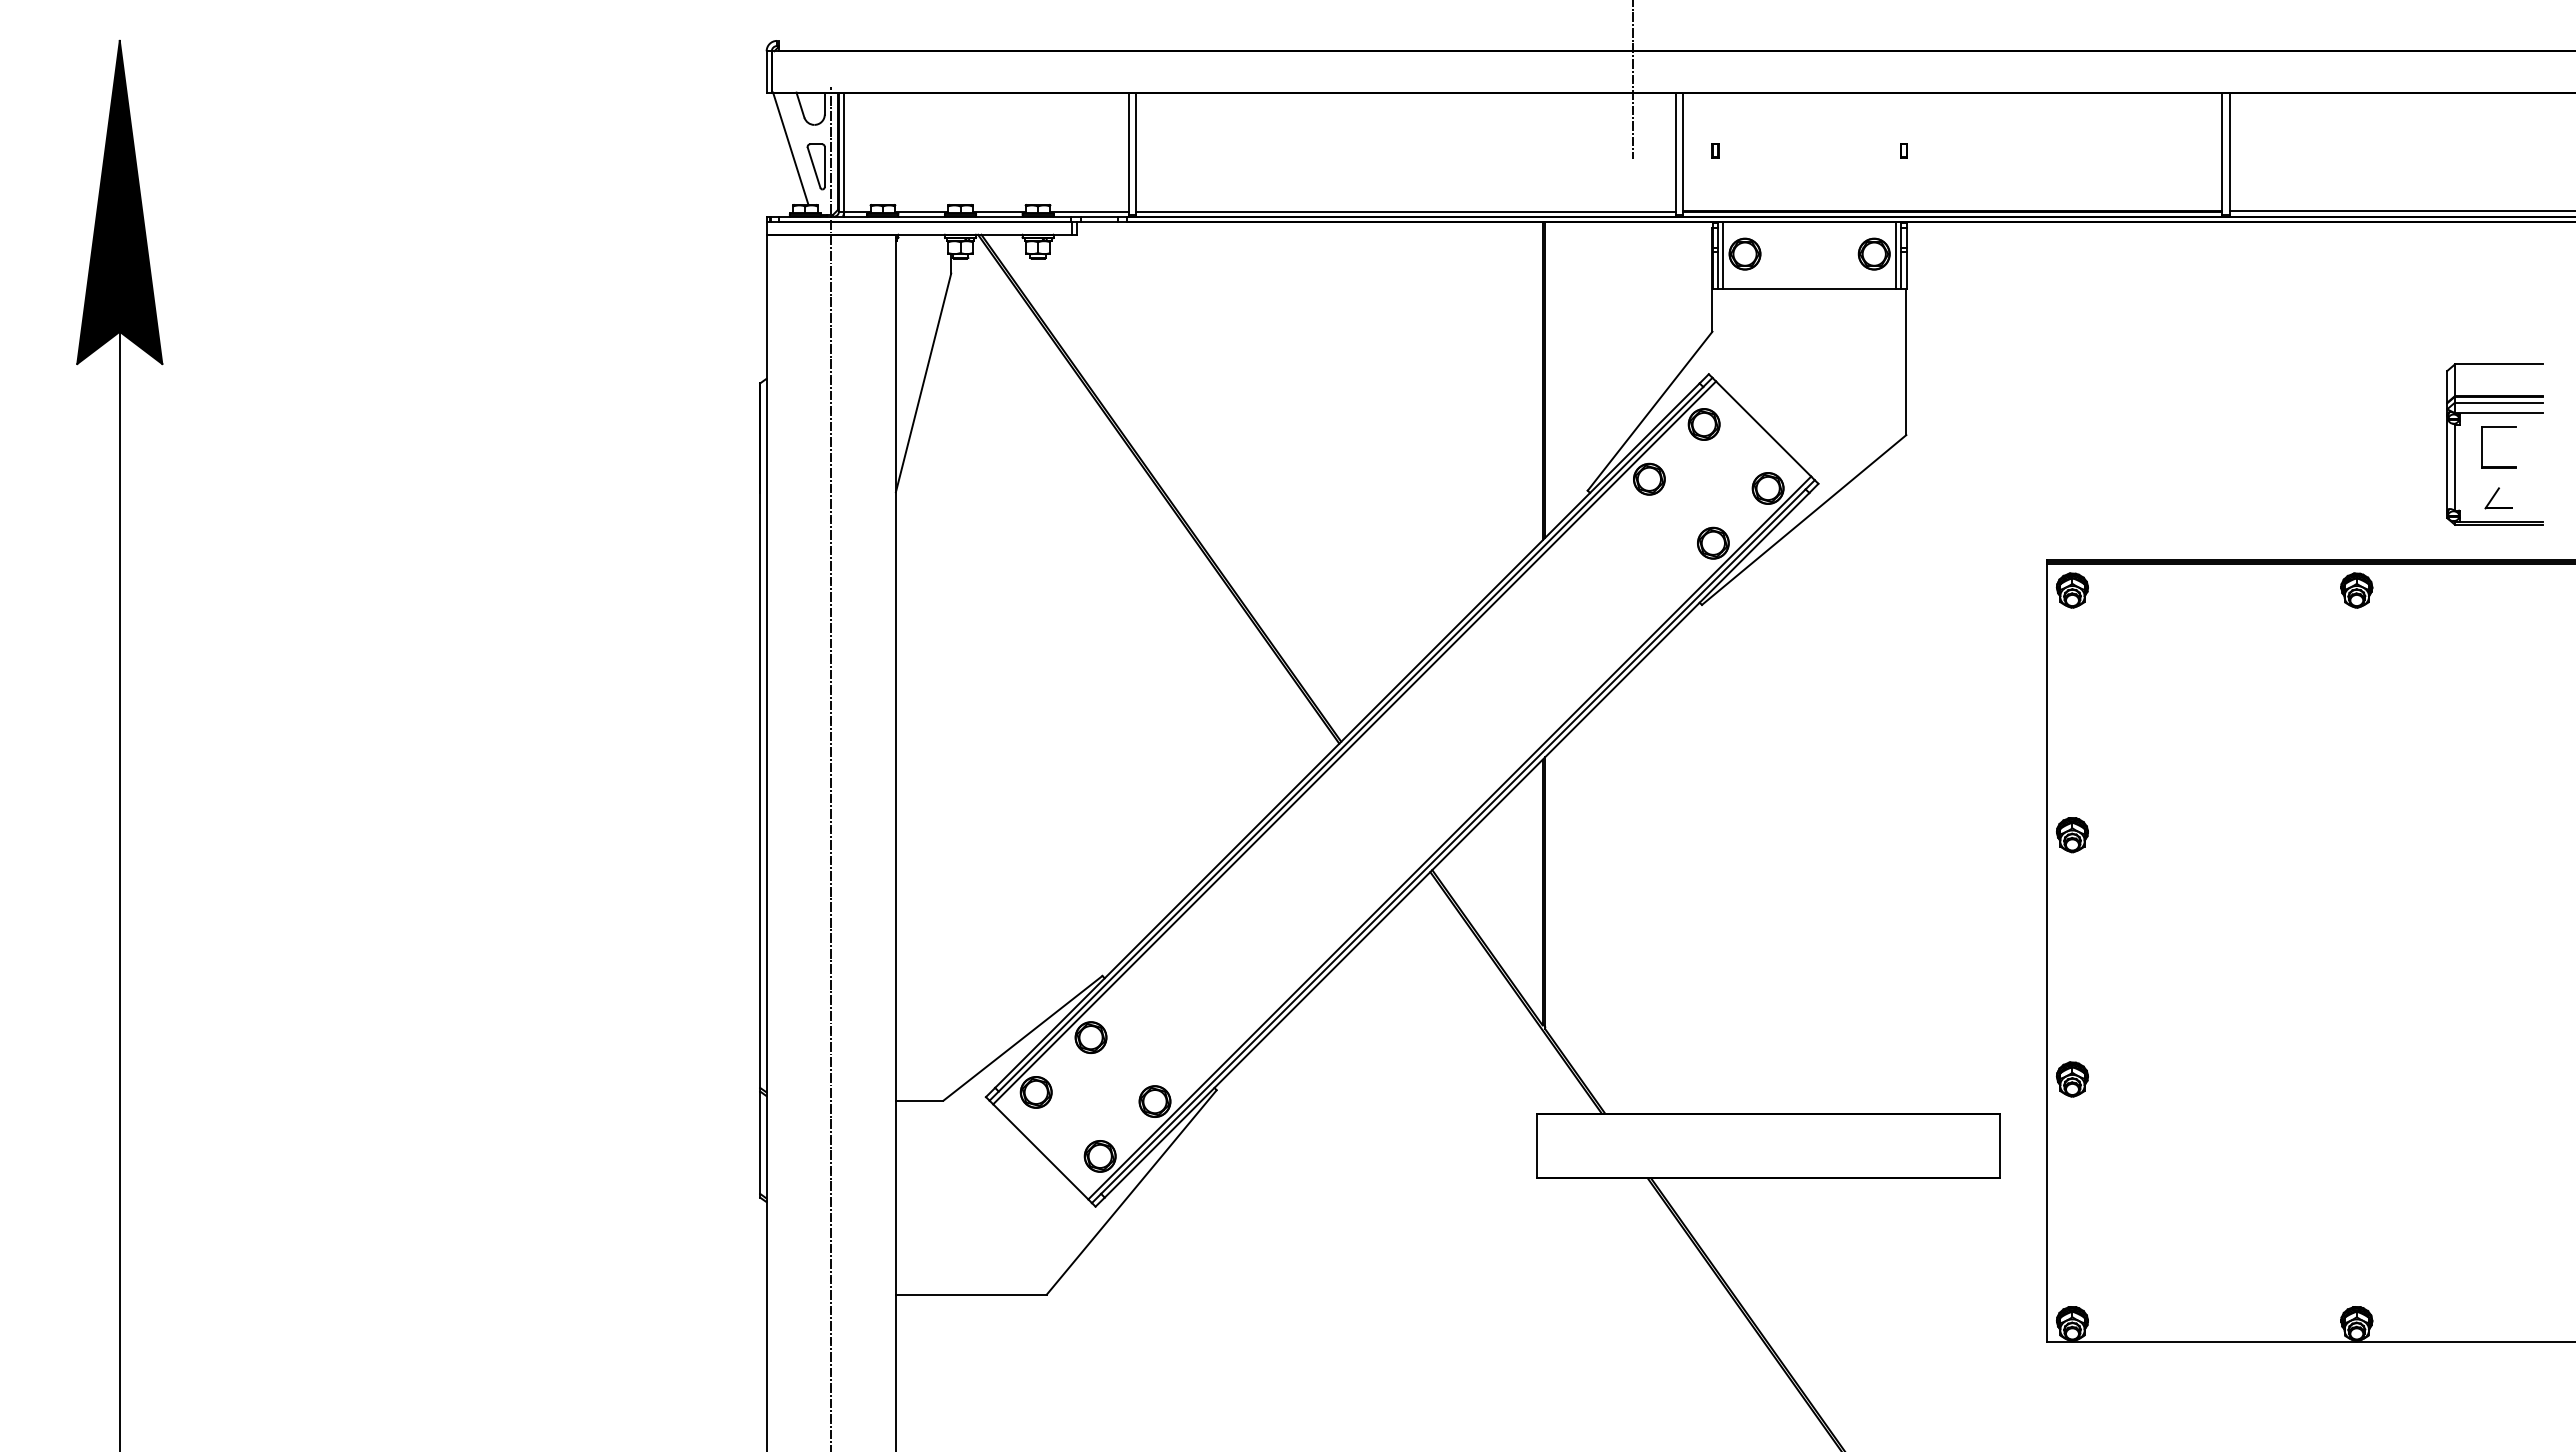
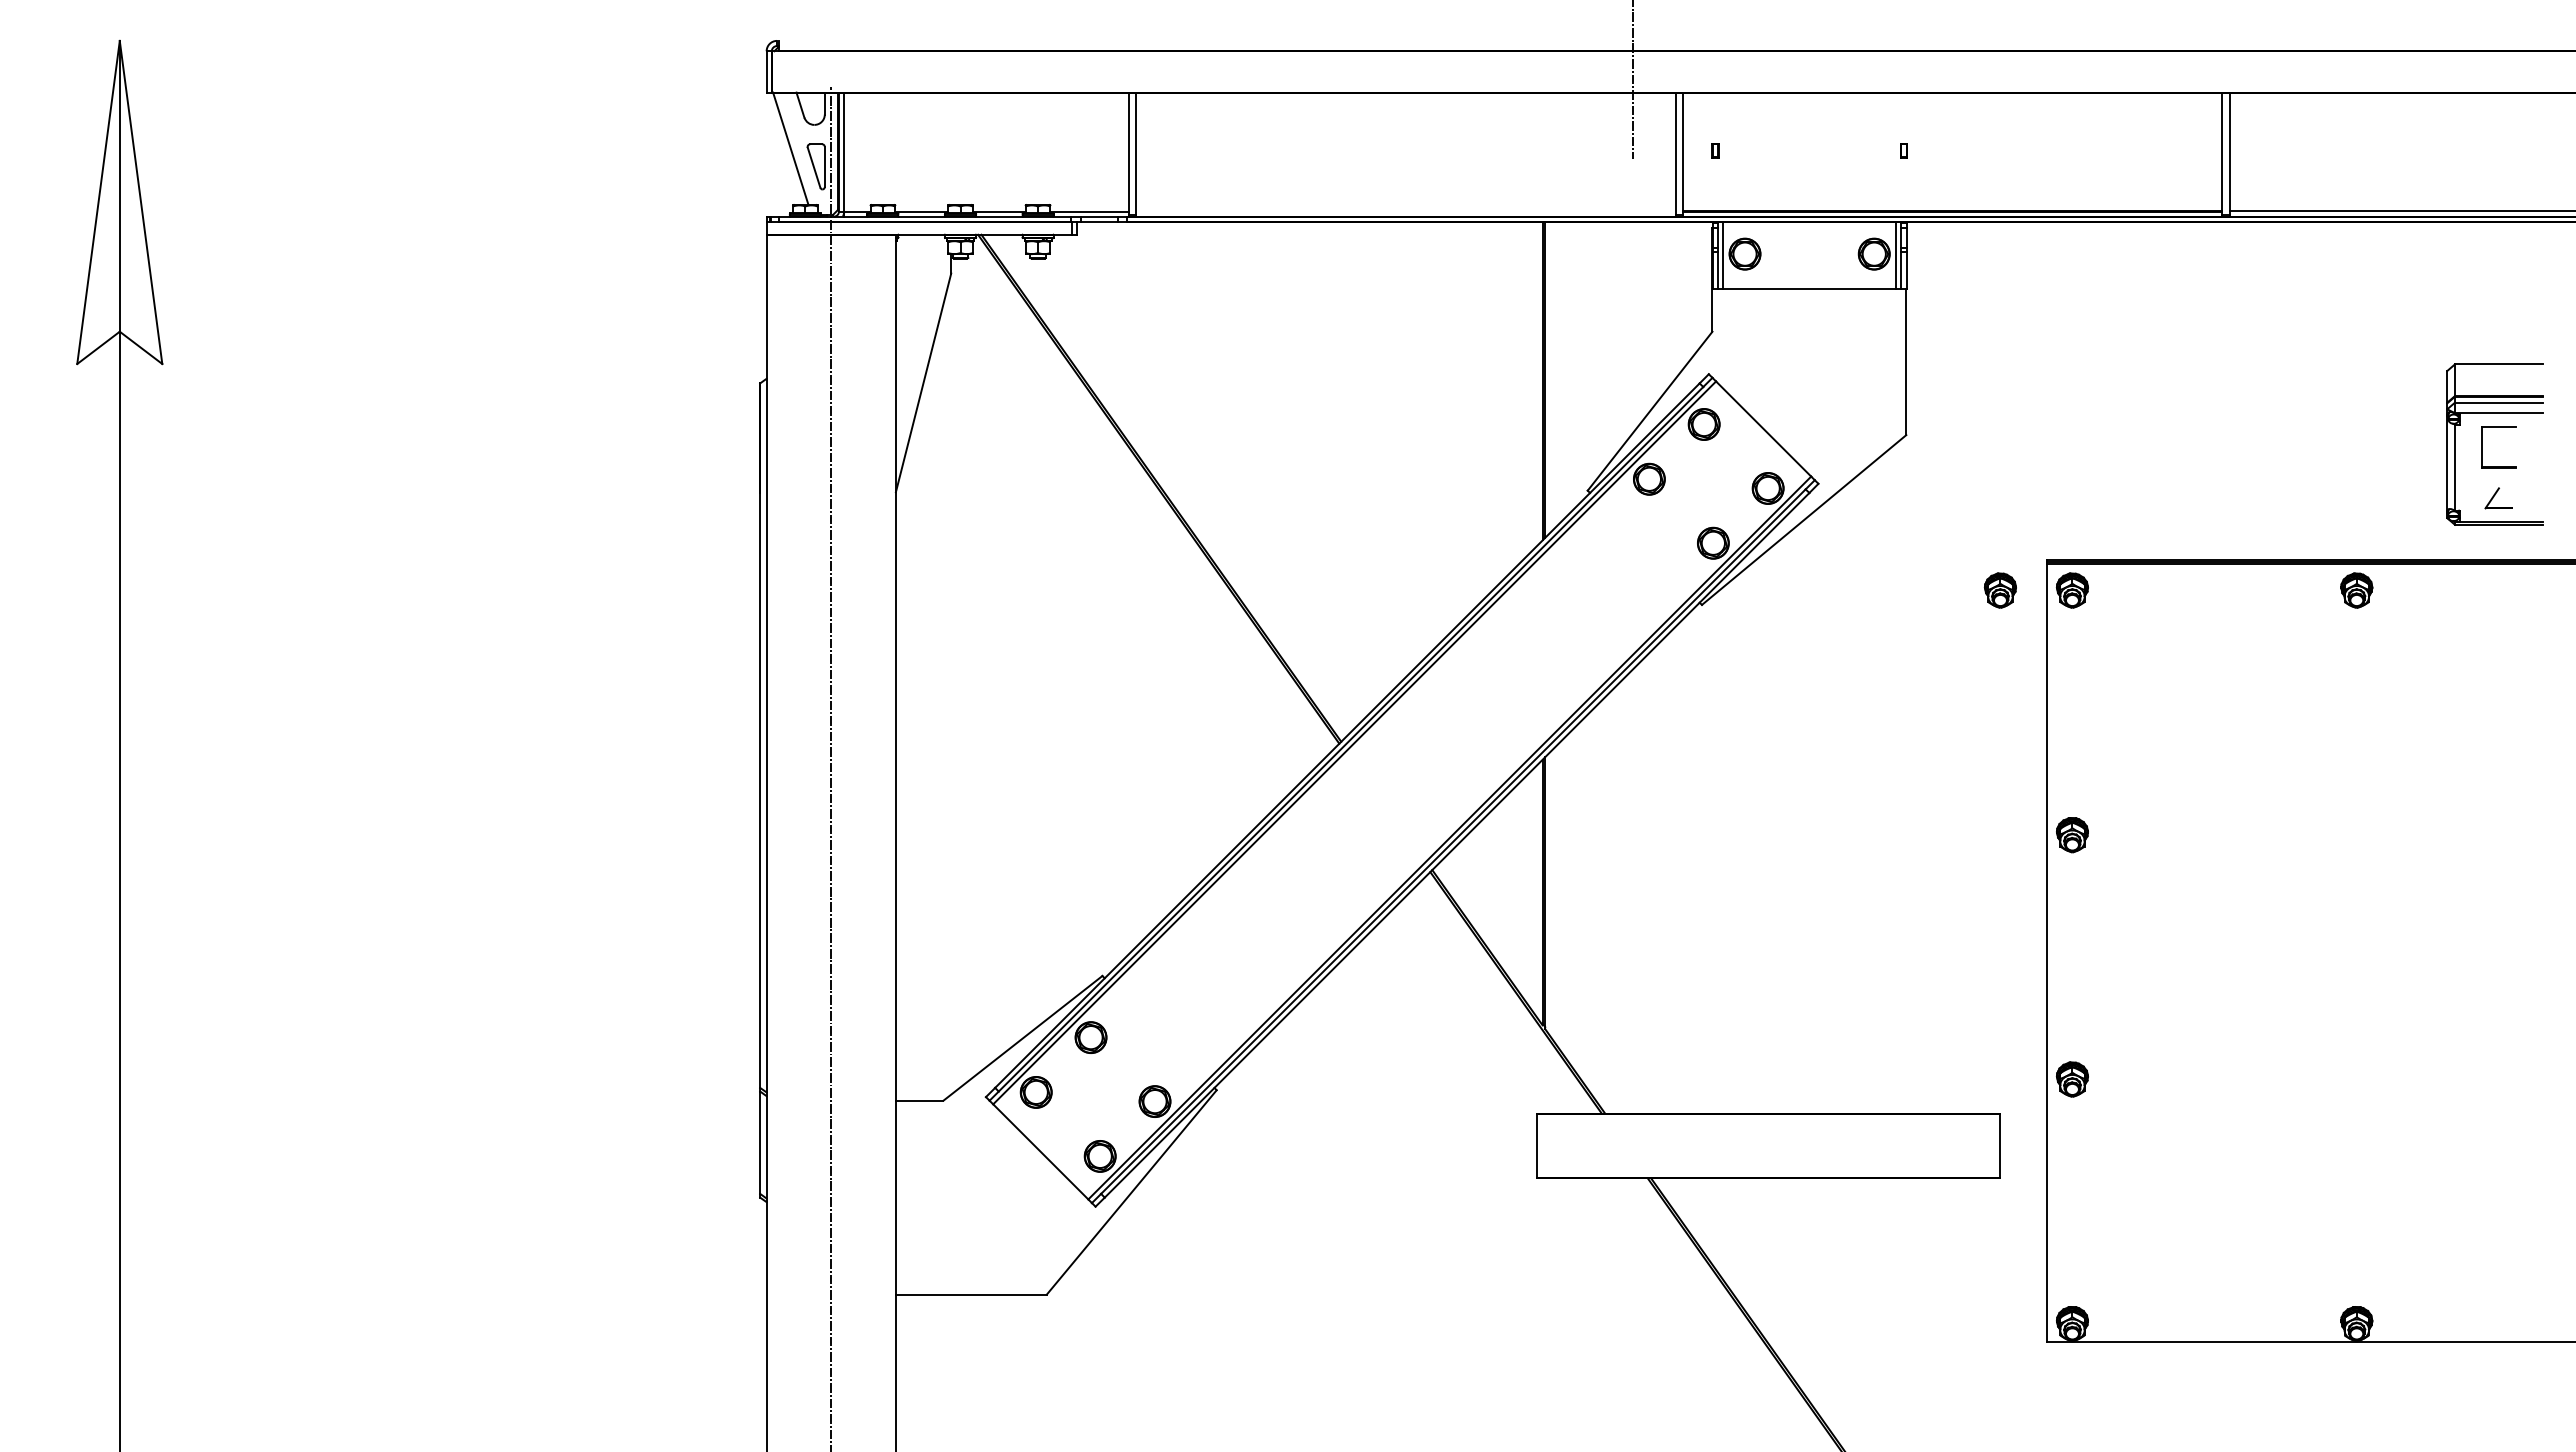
fill at (119, 202): present -> none
line at (1405, 211): present -> none
part at (1999, 590): none -> present
